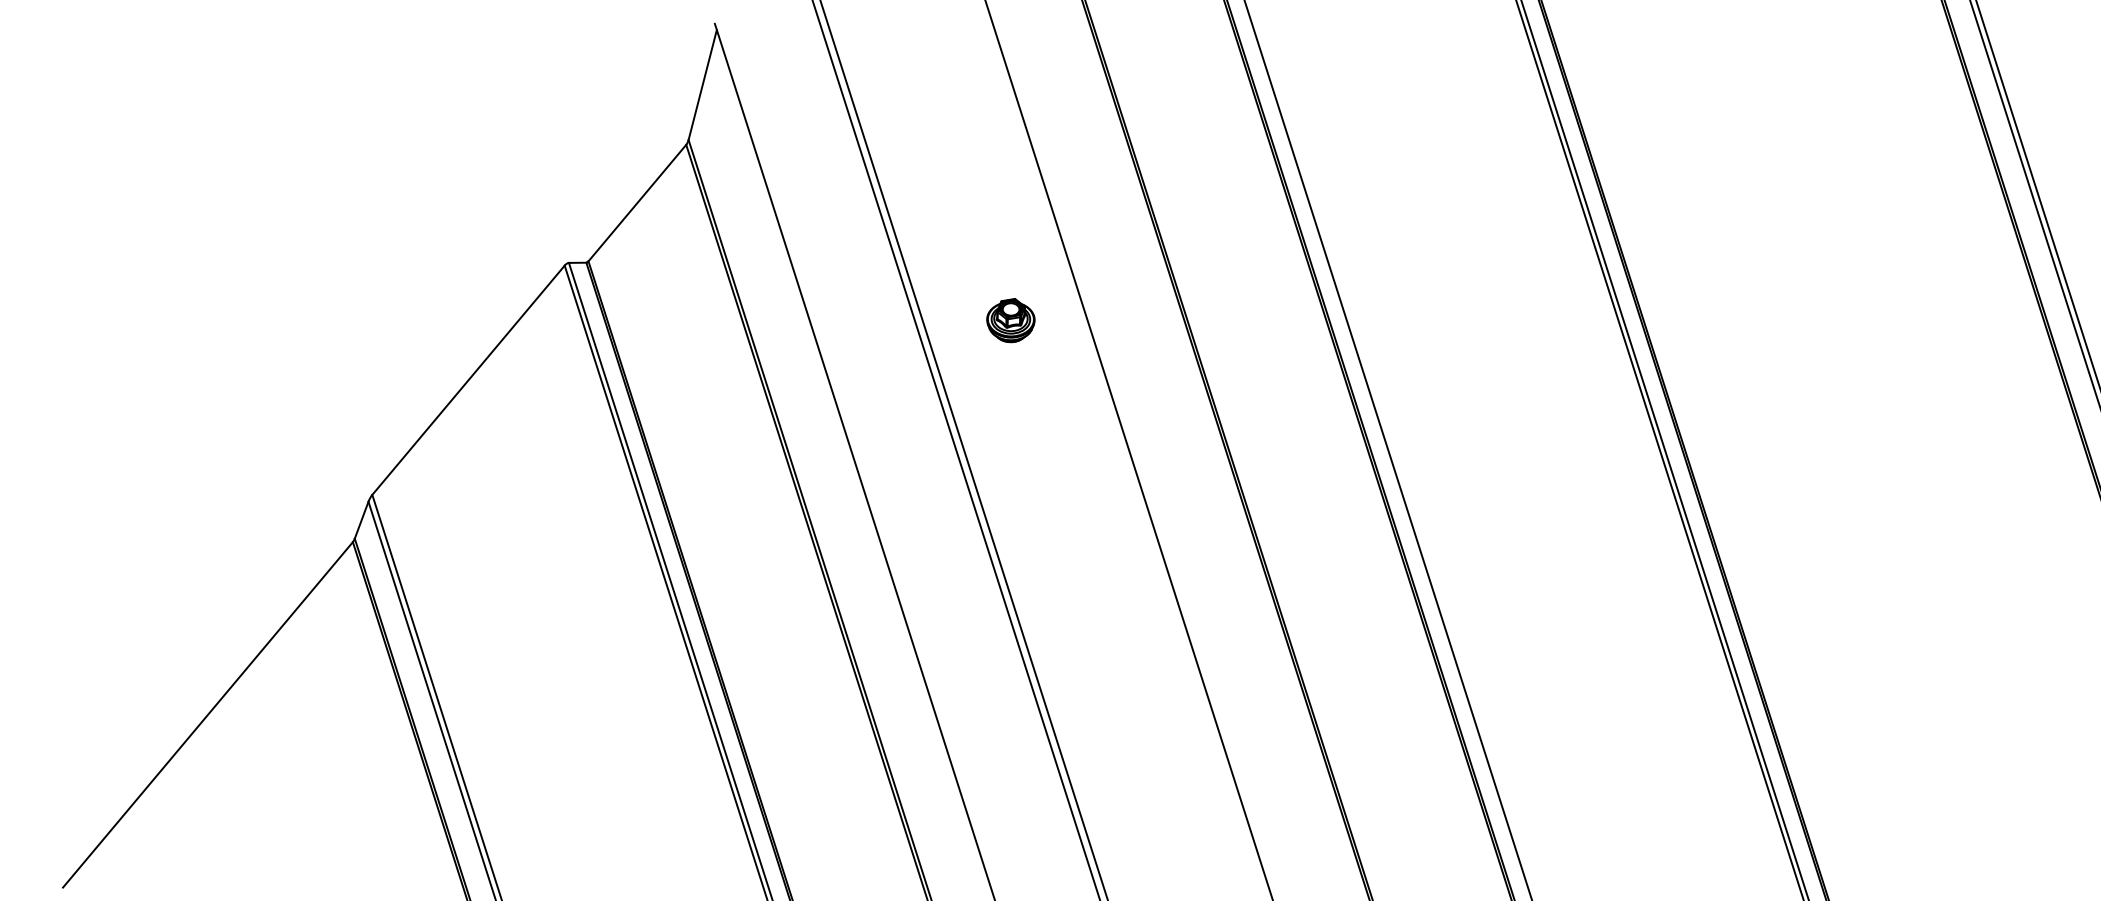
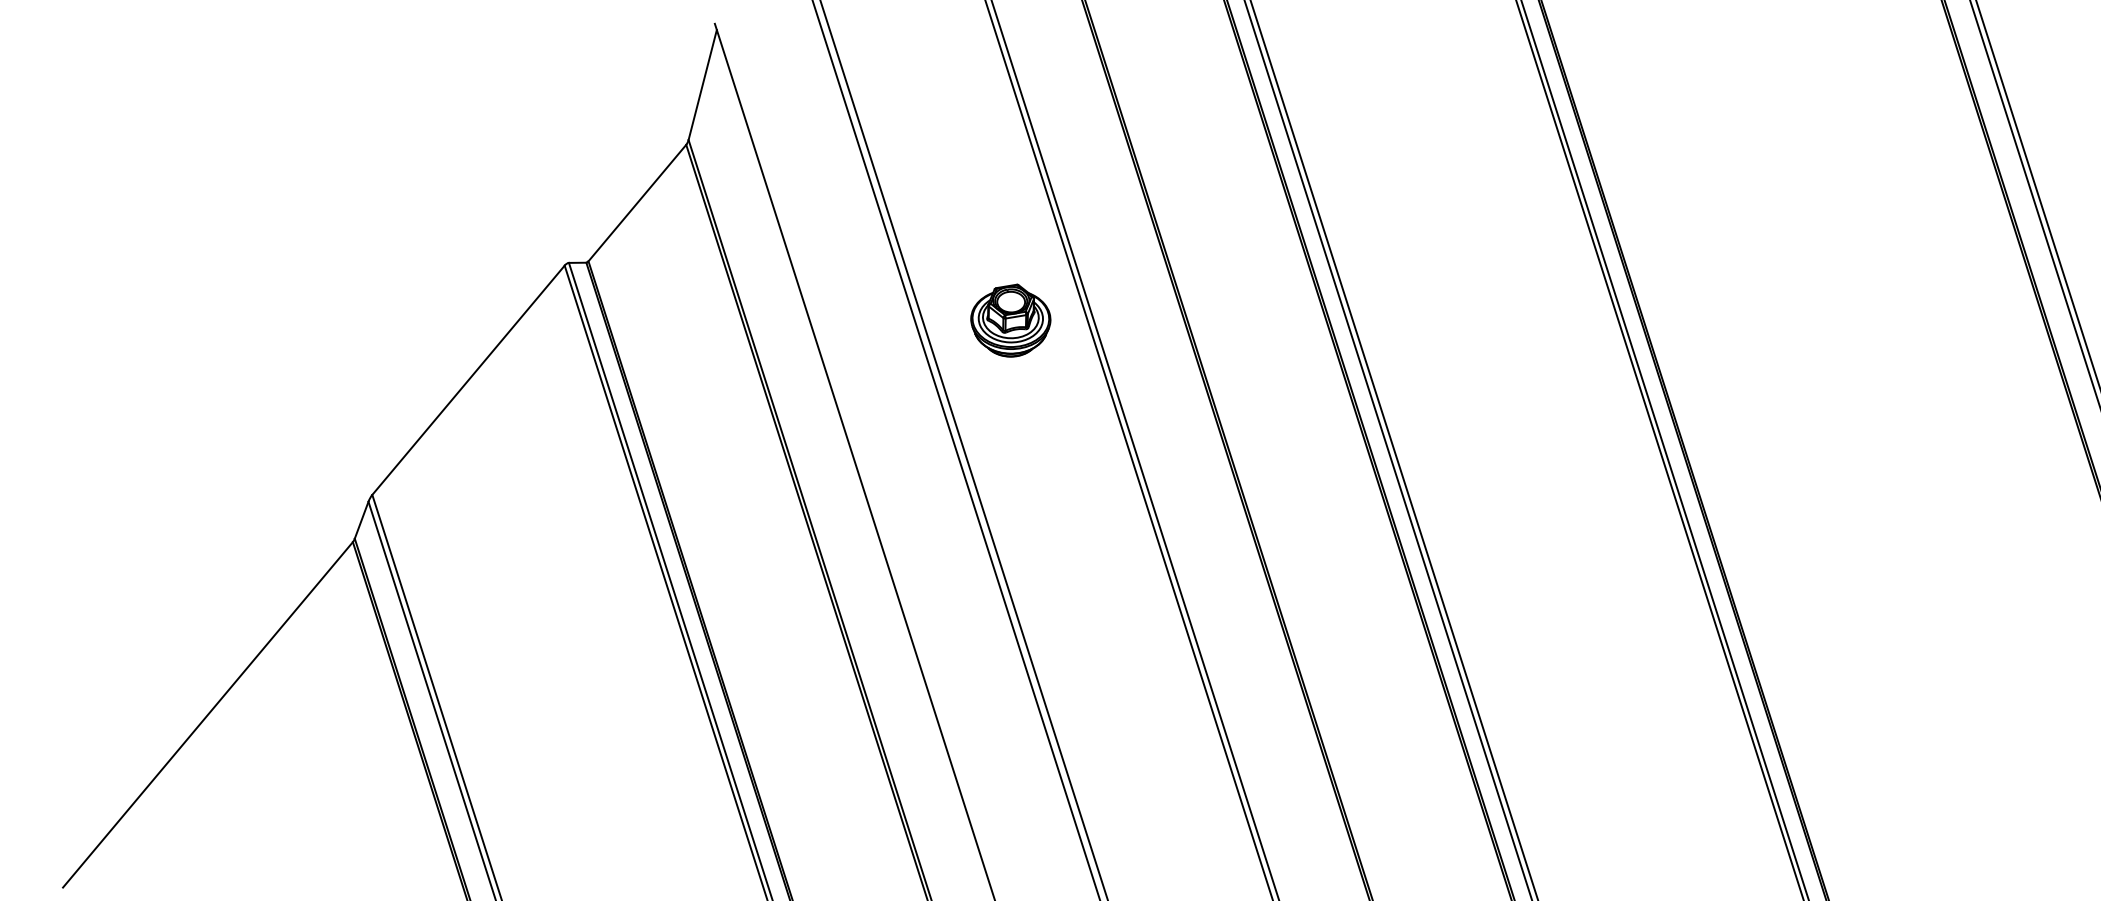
part at (1010, 320) size: 50x46 px -> 82x75 px
line at (1135, 449): none -> present
line at (1394, 449): none -> present
